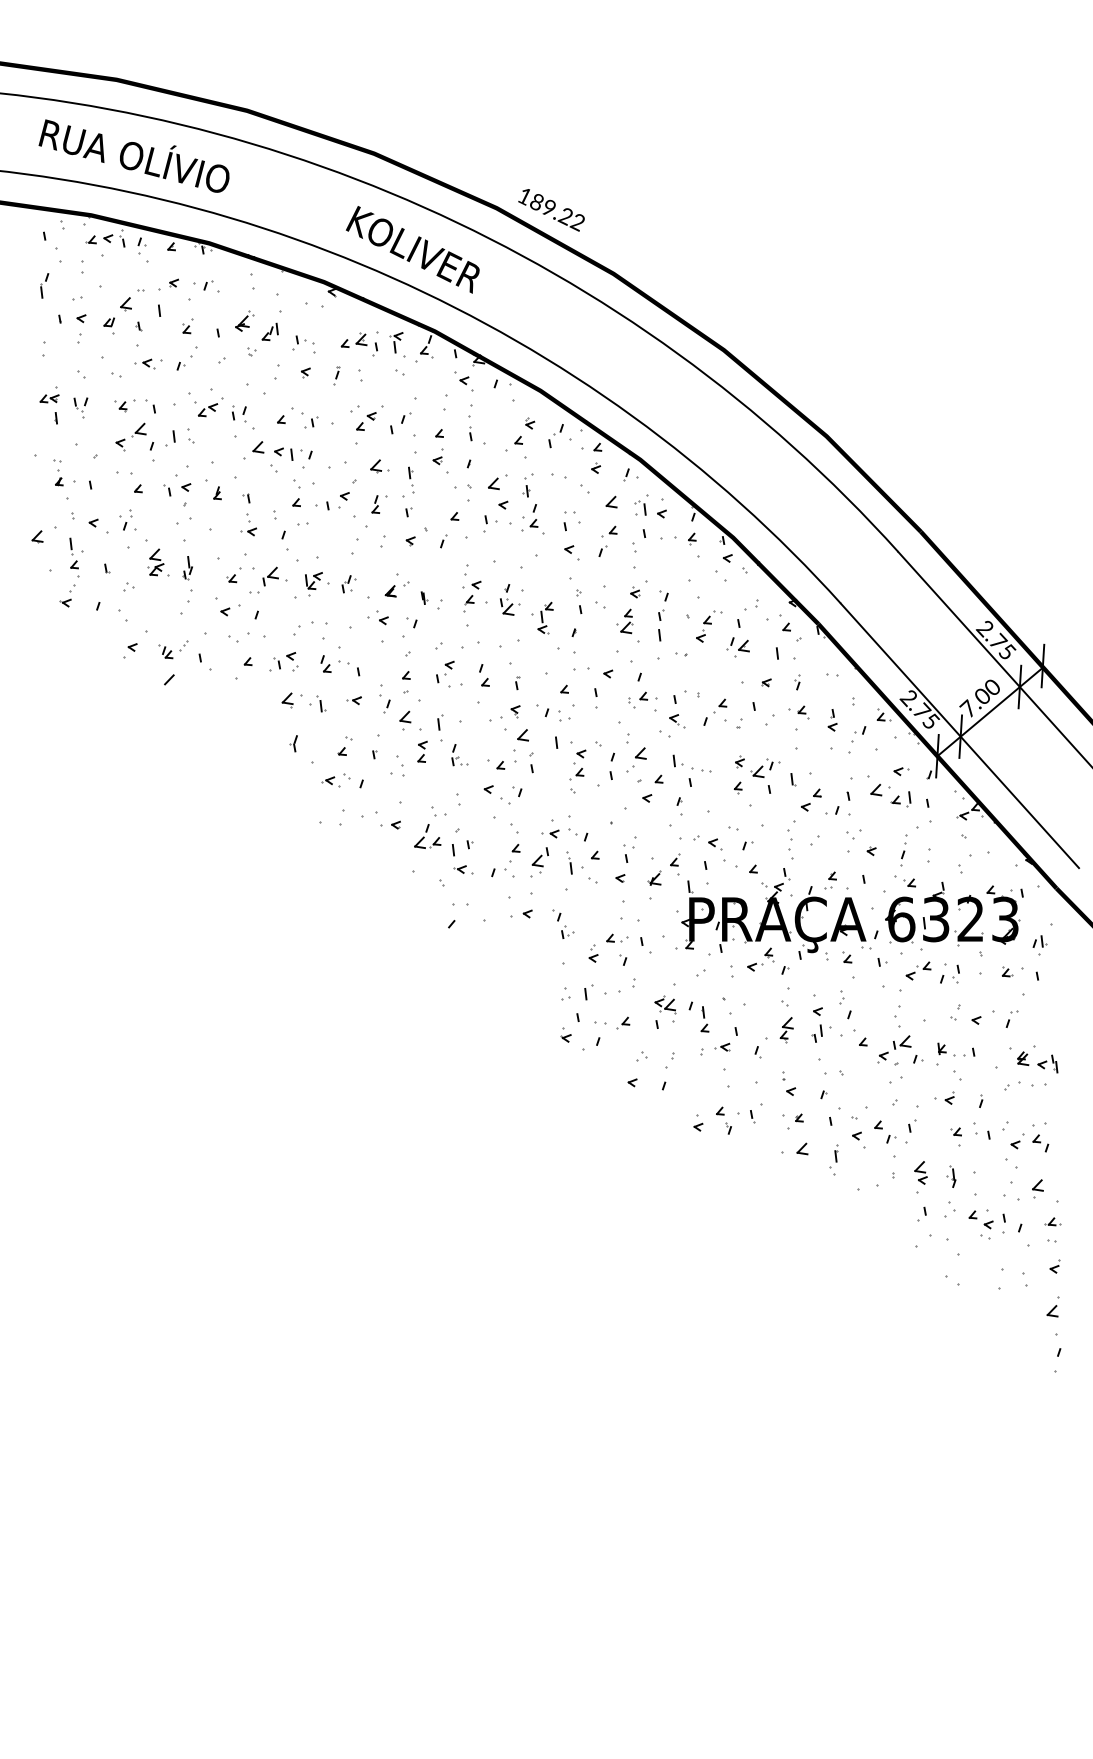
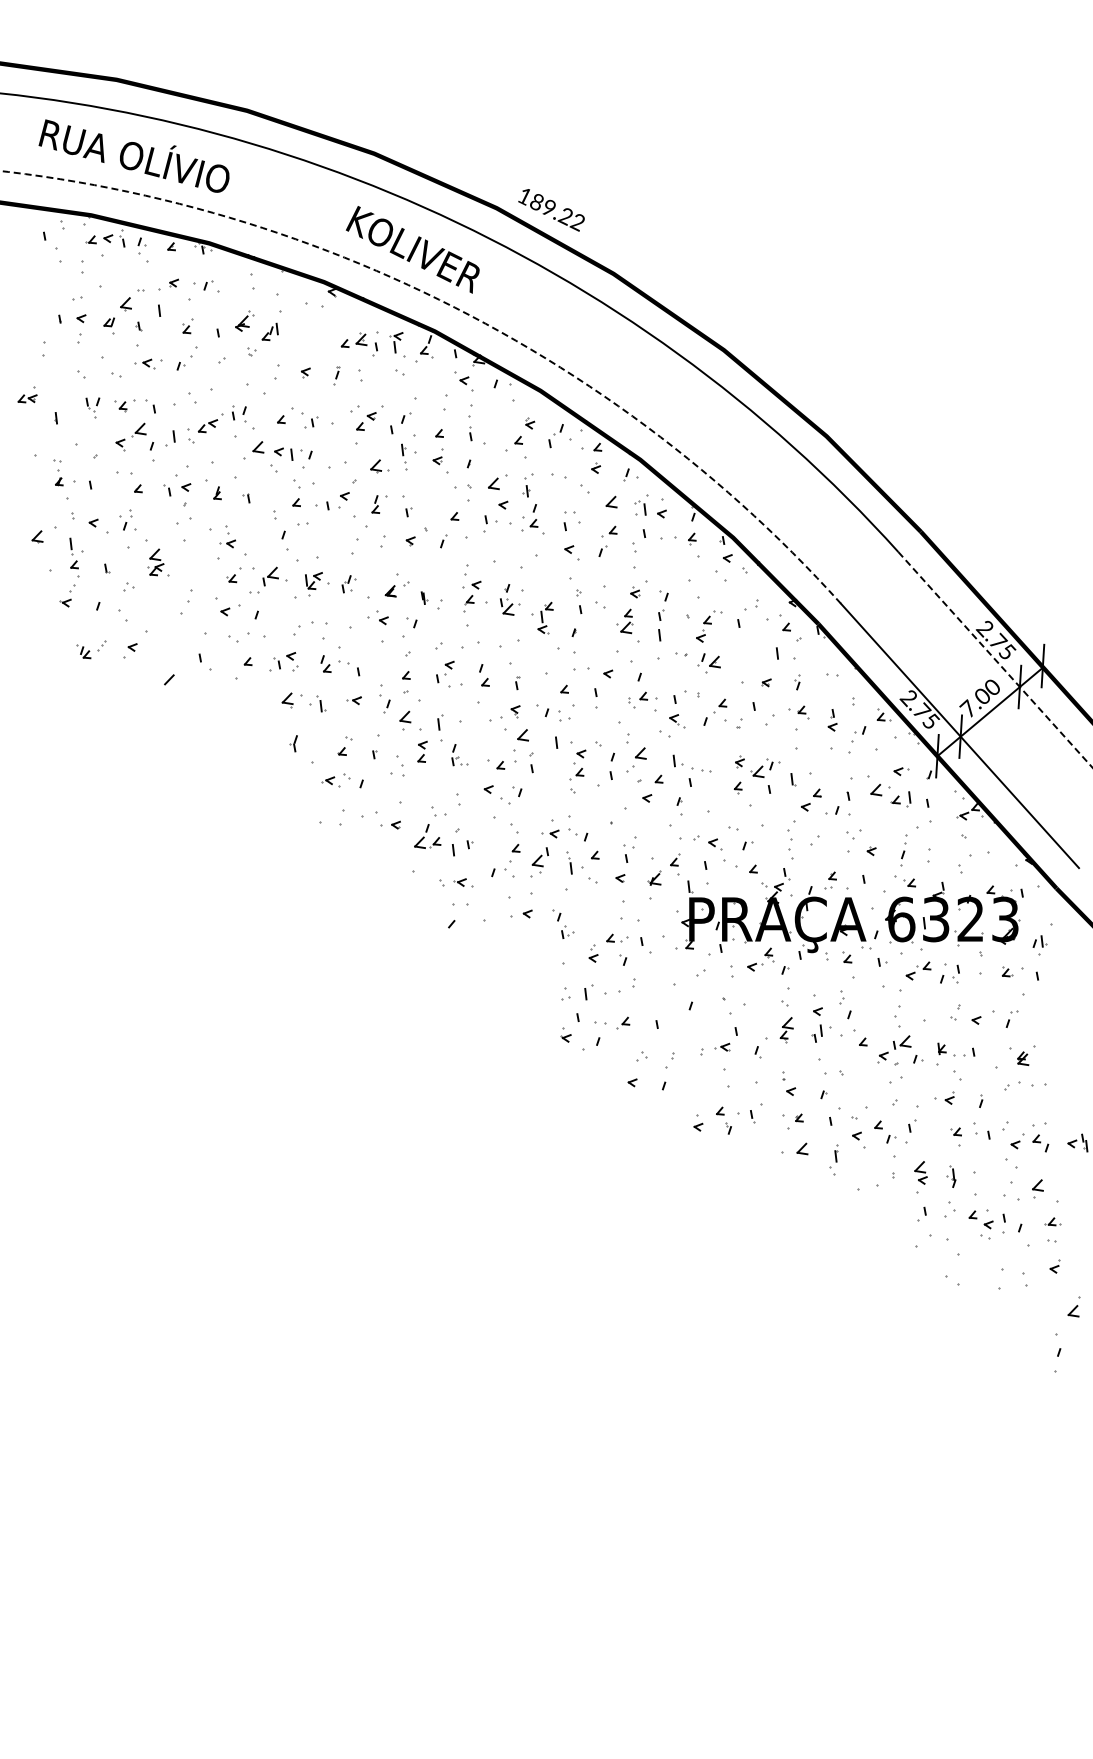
part at (44, 285): present -> none
arc at (460, 310): solid -> dashed
part at (303, 344): present -> none
part at (49, 394) position: (49, 394) -> (27, 394)
part at (80, 407) position: (80, 407) -> (92, 407)
part at (210, 407) position: (210, 407) -> (210, 423)
part at (411, 479) position: (411, 479) -> (404, 456)
part at (248, 524) position: (248, 524) -> (227, 536)
part at (187, 568): present -> none
part at (737, 647) position: (737, 647) -> (708, 663)
part at (173, 649) position: (173, 649) -> (91, 649)
line at (995, 660): solid -> dashed
part at (463, 869) position: (463, 869) -> (463, 882)
part at (665, 1008): present -> none
part at (704, 1019): present -> none
part at (1047, 1063) position: (1047, 1063) -> (1077, 1142)
part at (1052, 1306) position: (1052, 1306) -> (1073, 1306)
